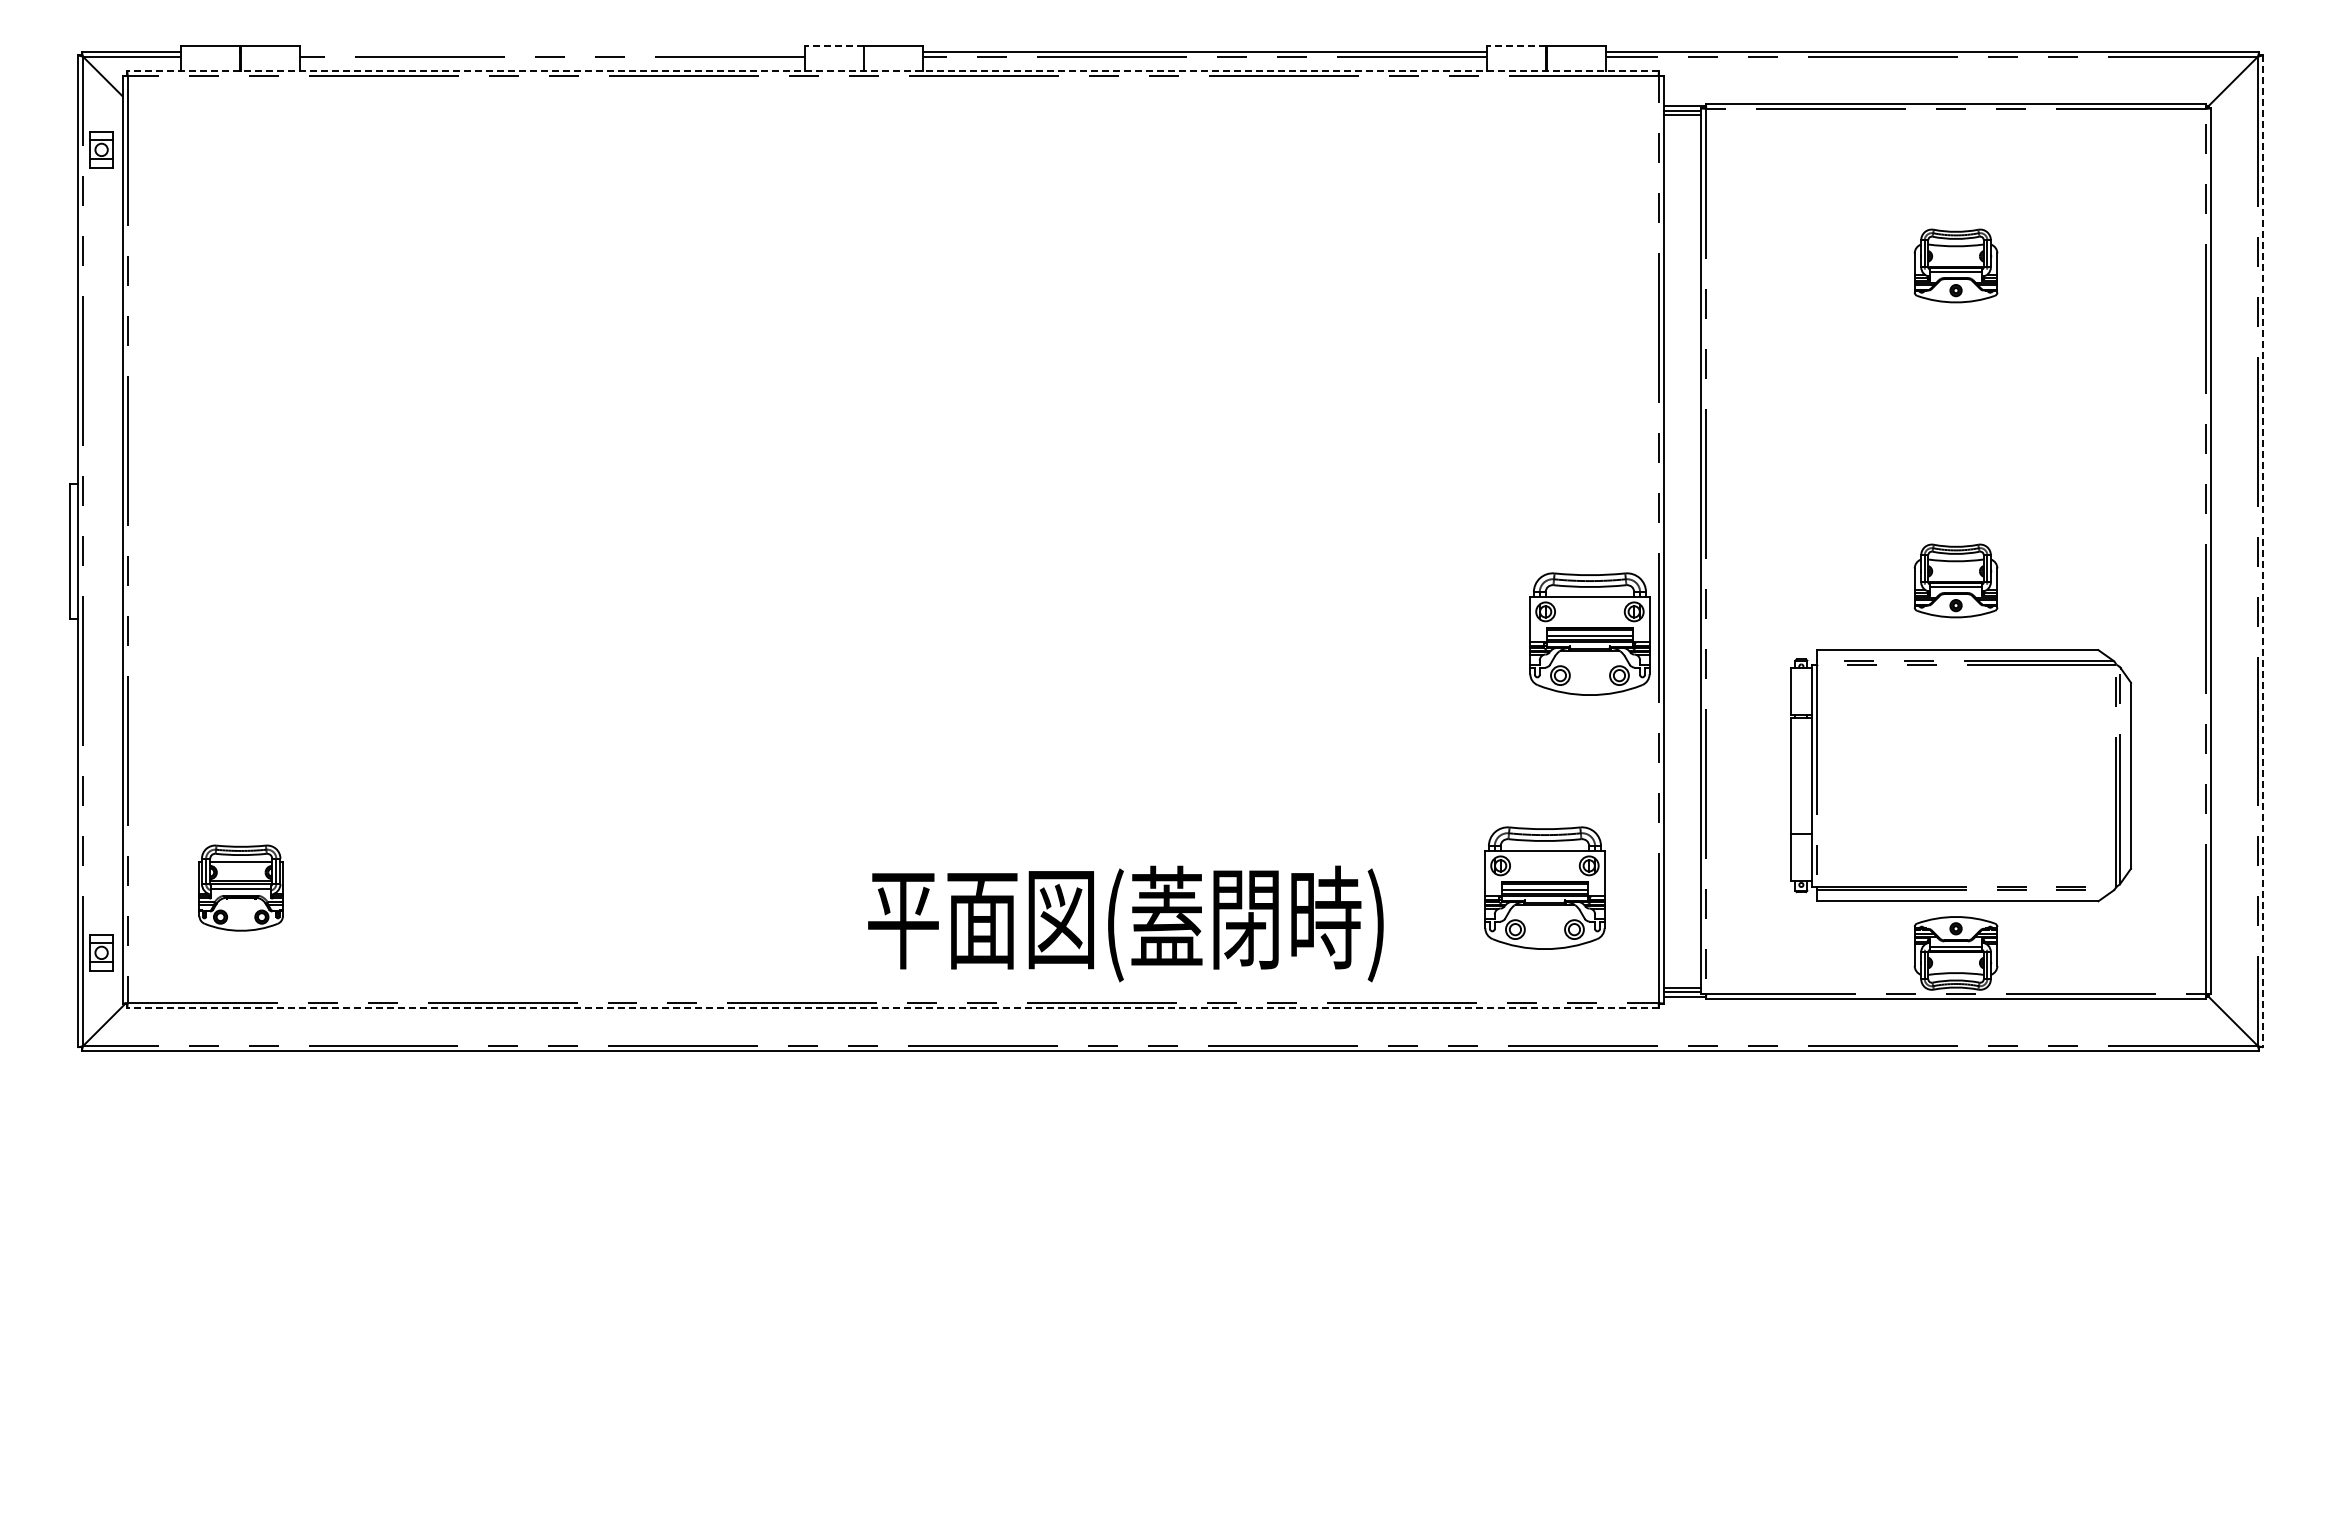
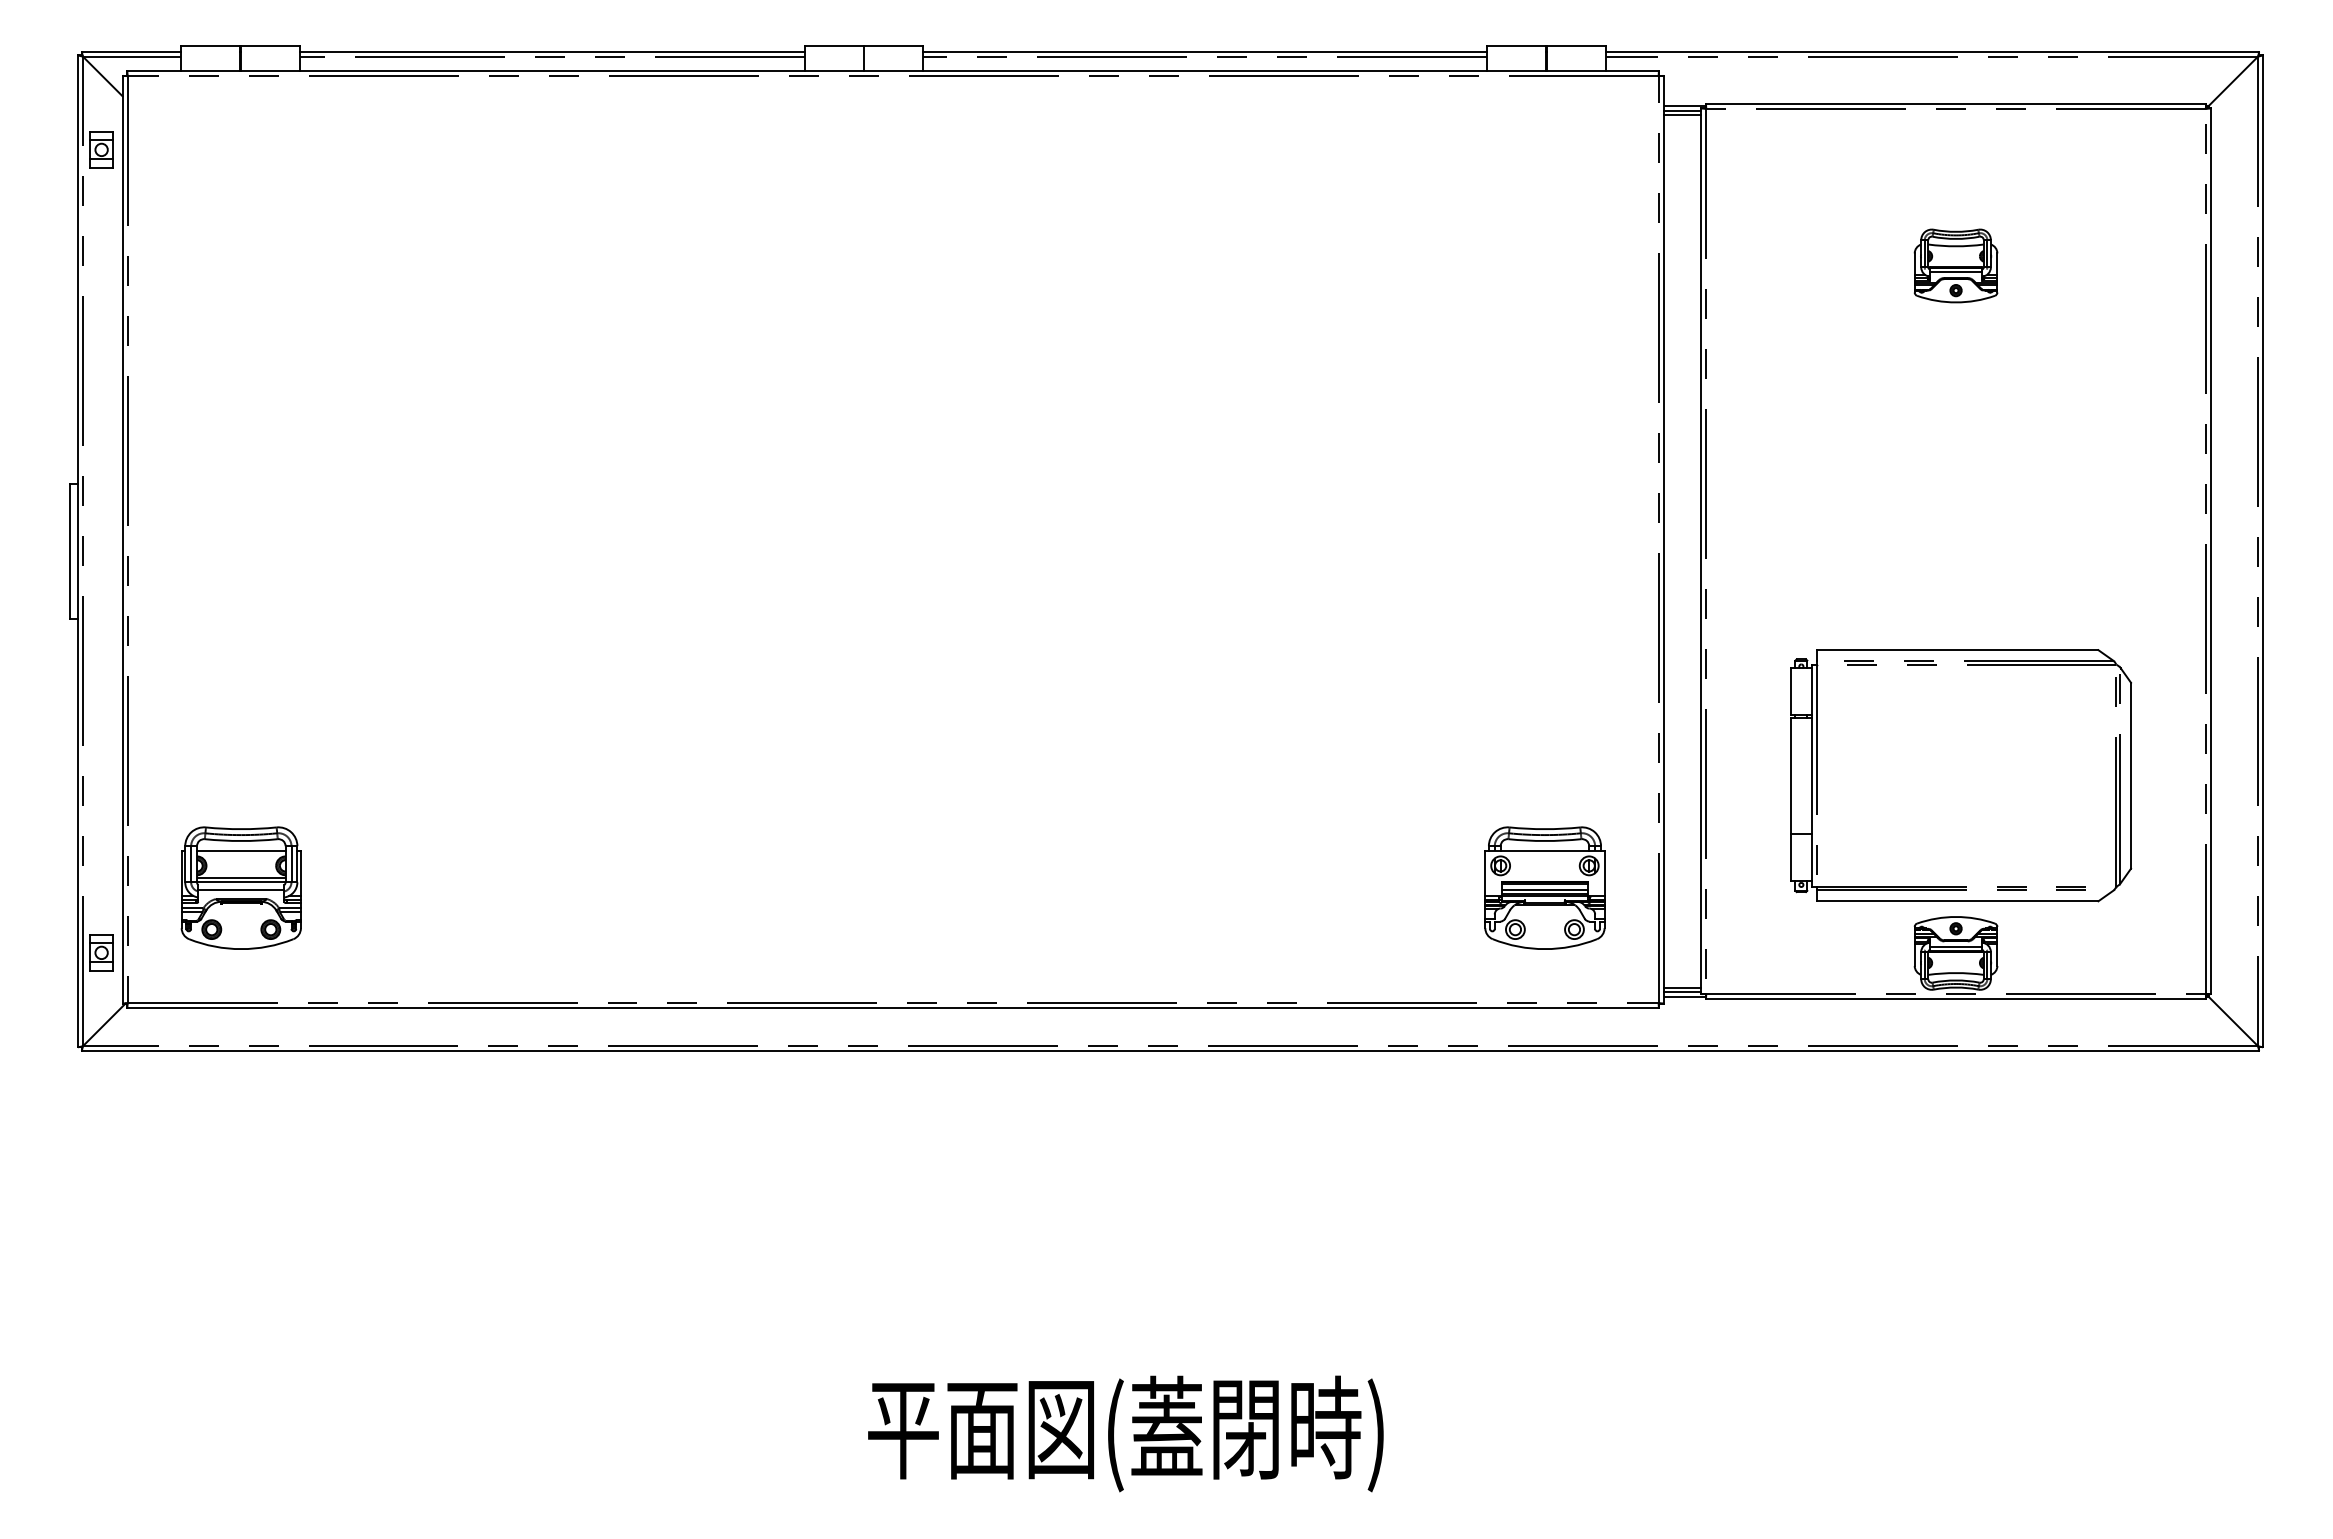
line at (834, 46): dashed -> solid
line at (1516, 46): dashed -> solid
line at (551, 51): none -> present
line at (893, 71): dashed -> solid
line at (2263, 551): dashed -> solid
part at (1955, 580): present -> none
part at (1589, 633): present -> none
part at (240, 887) size: 86x88 px -> 122x124 px
text at (1125, 923) position: (1125, 923) -> (1125, 1433)
line at (893, 1008): dashed -> solid
